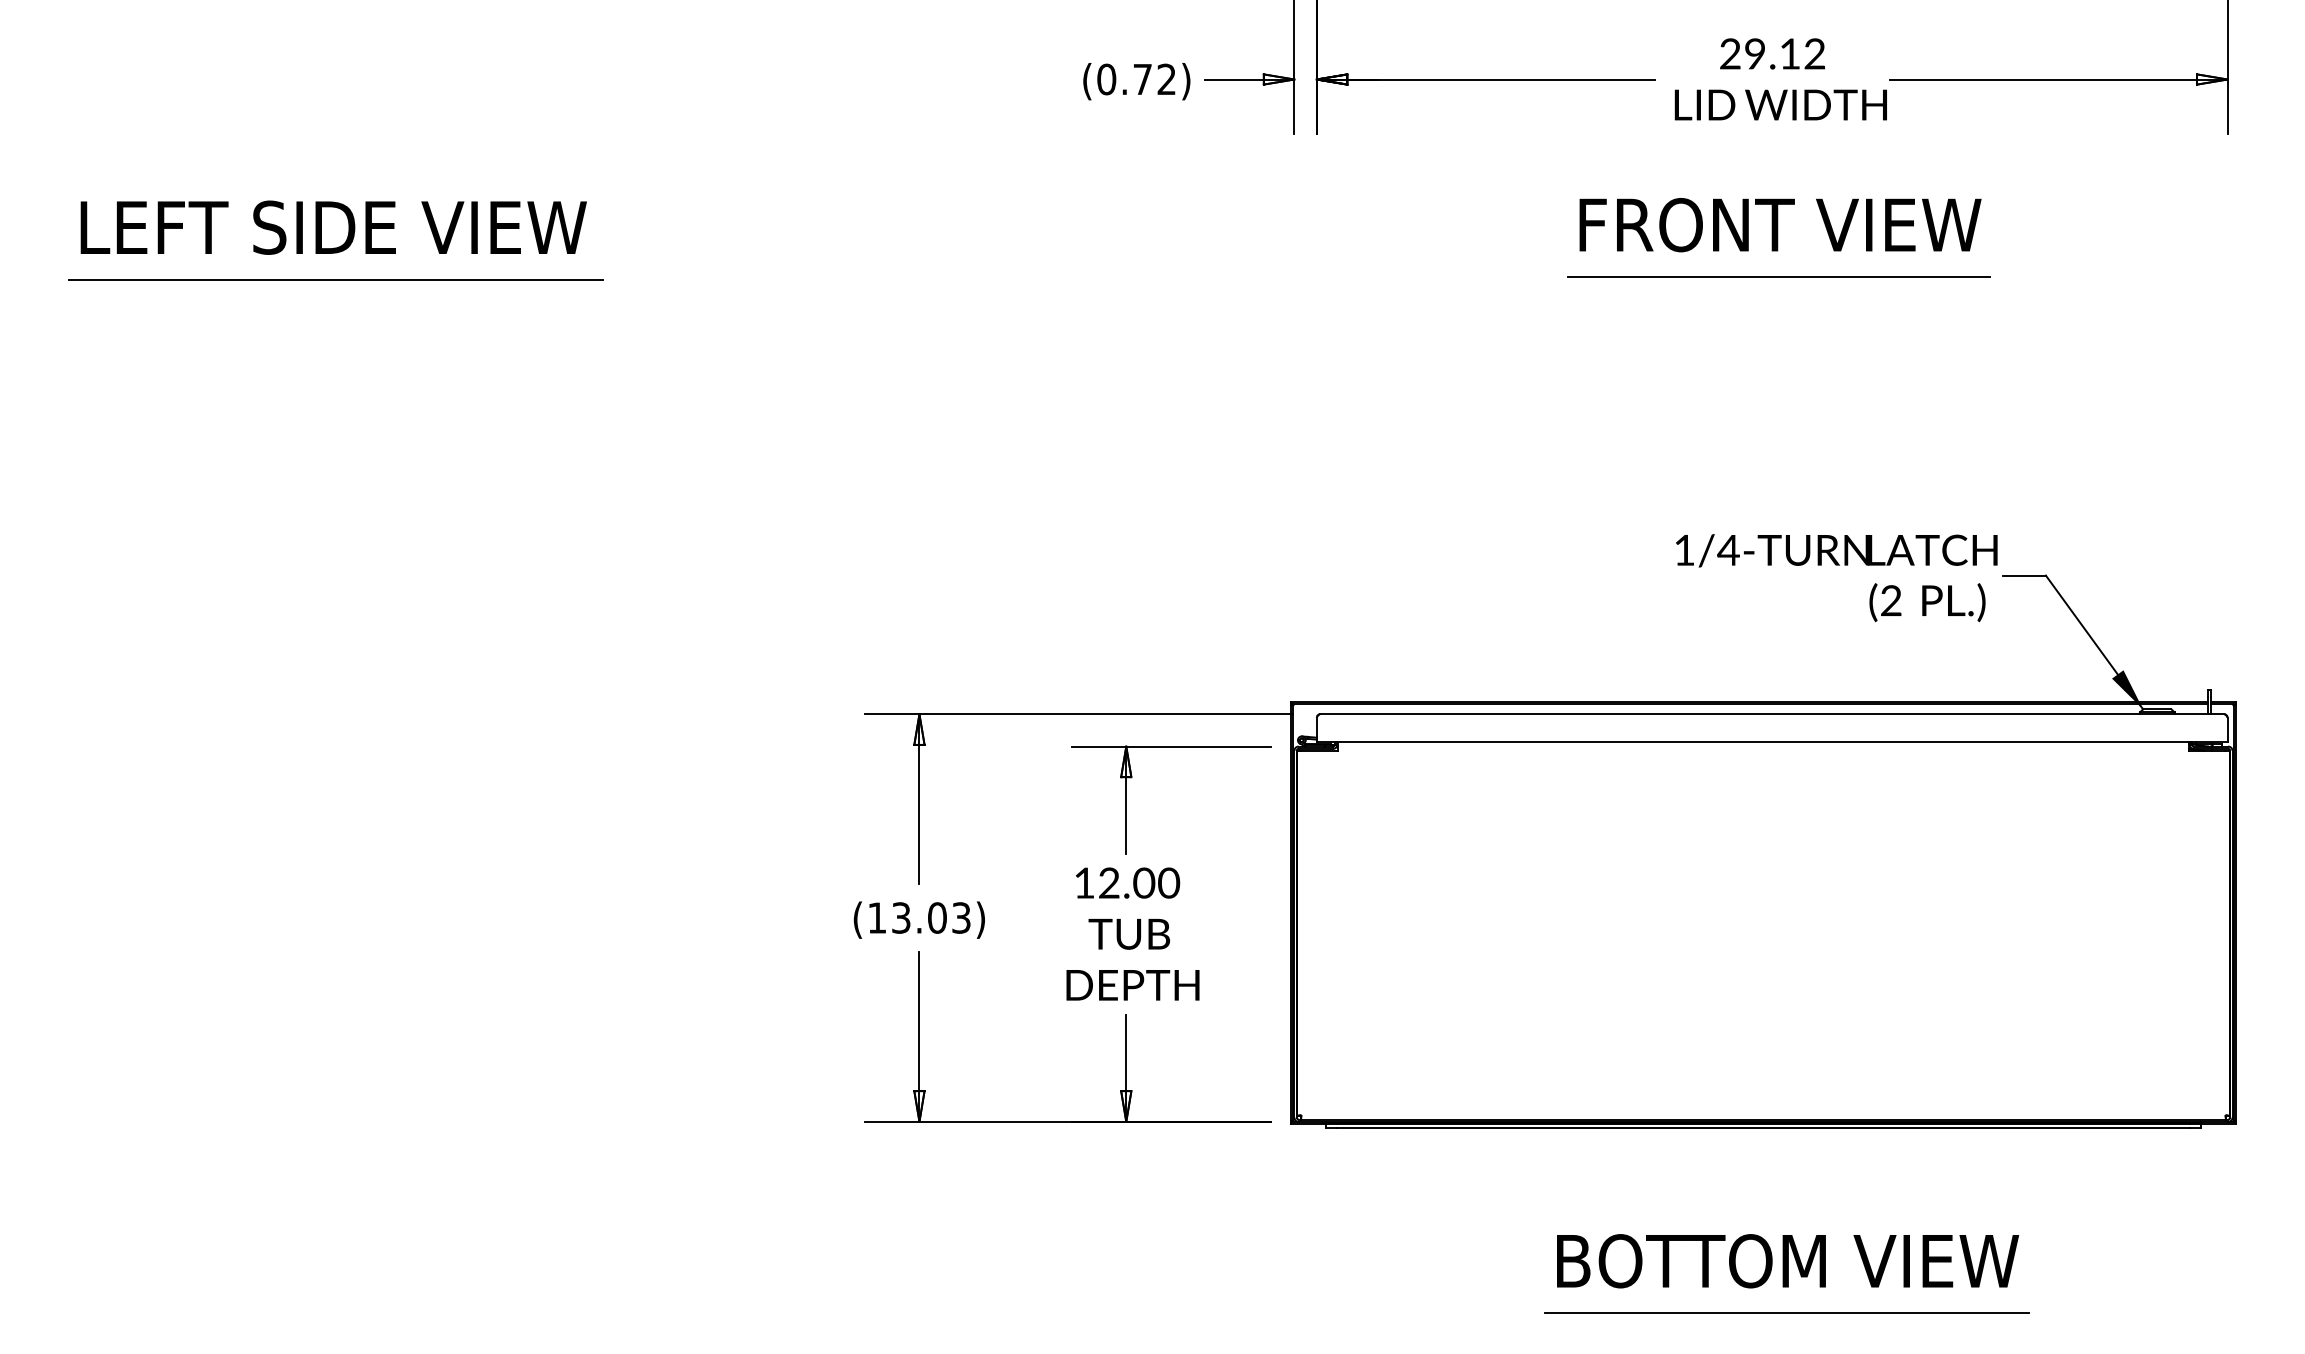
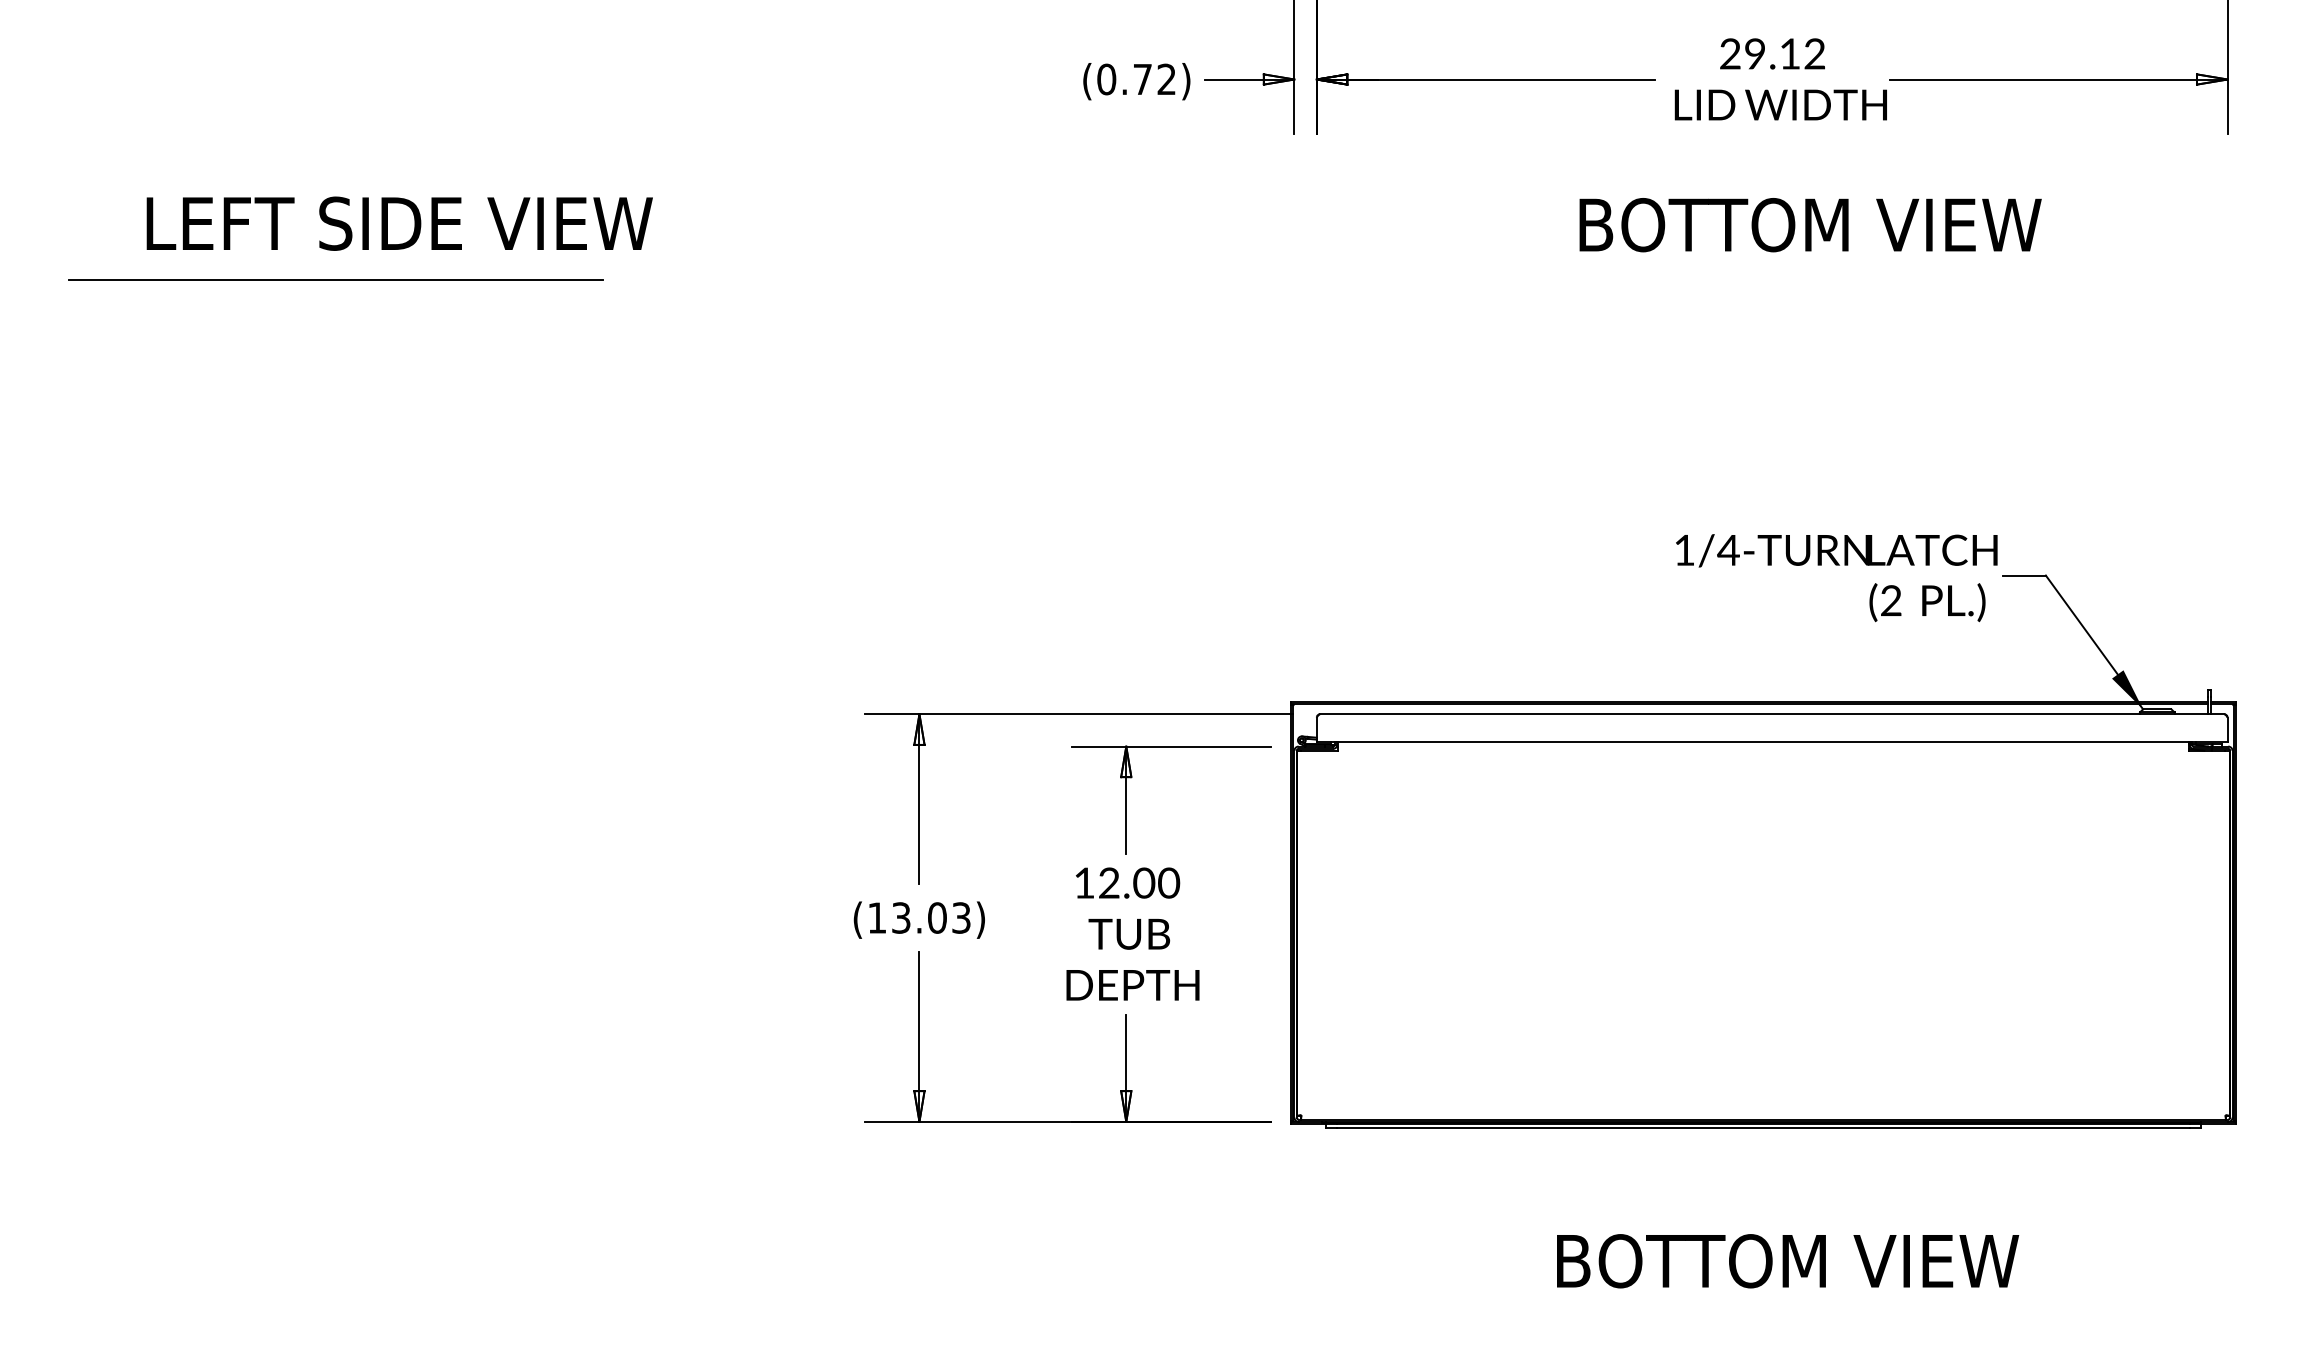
text at (1813, 225): FRONT VIEW -> BOTTOM VIEW
text at (333, 227) position: (333, 227) -> (399, 223)
line at (1779, 277): present -> none
line at (1786, 1313): present -> none
